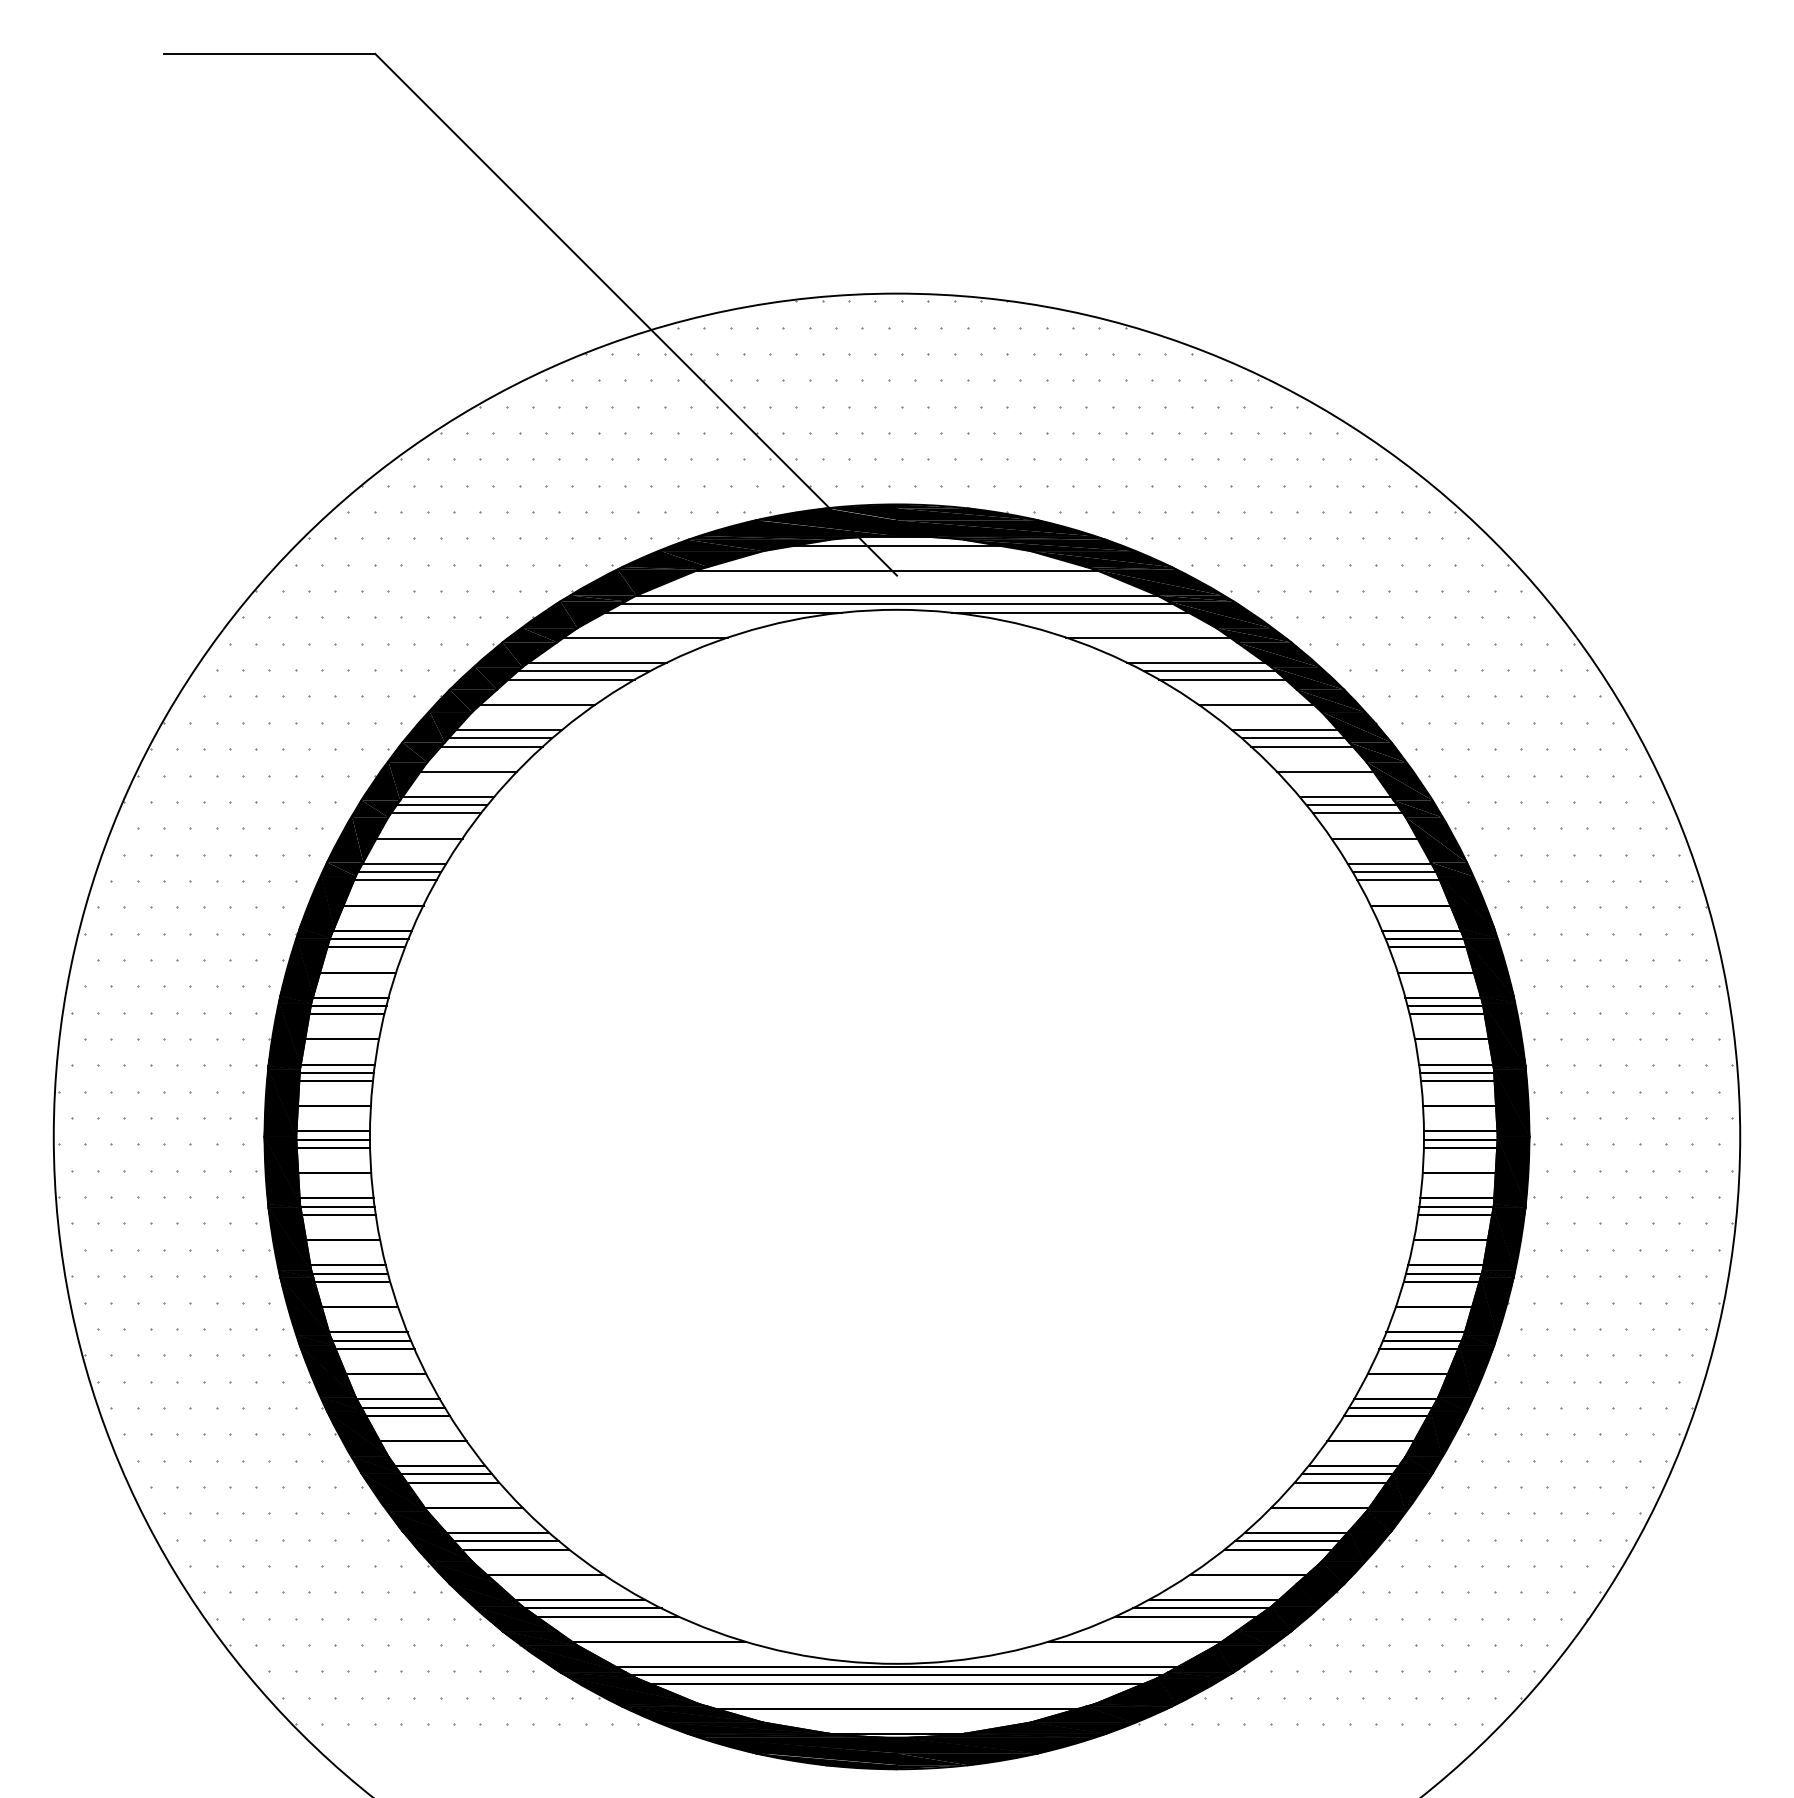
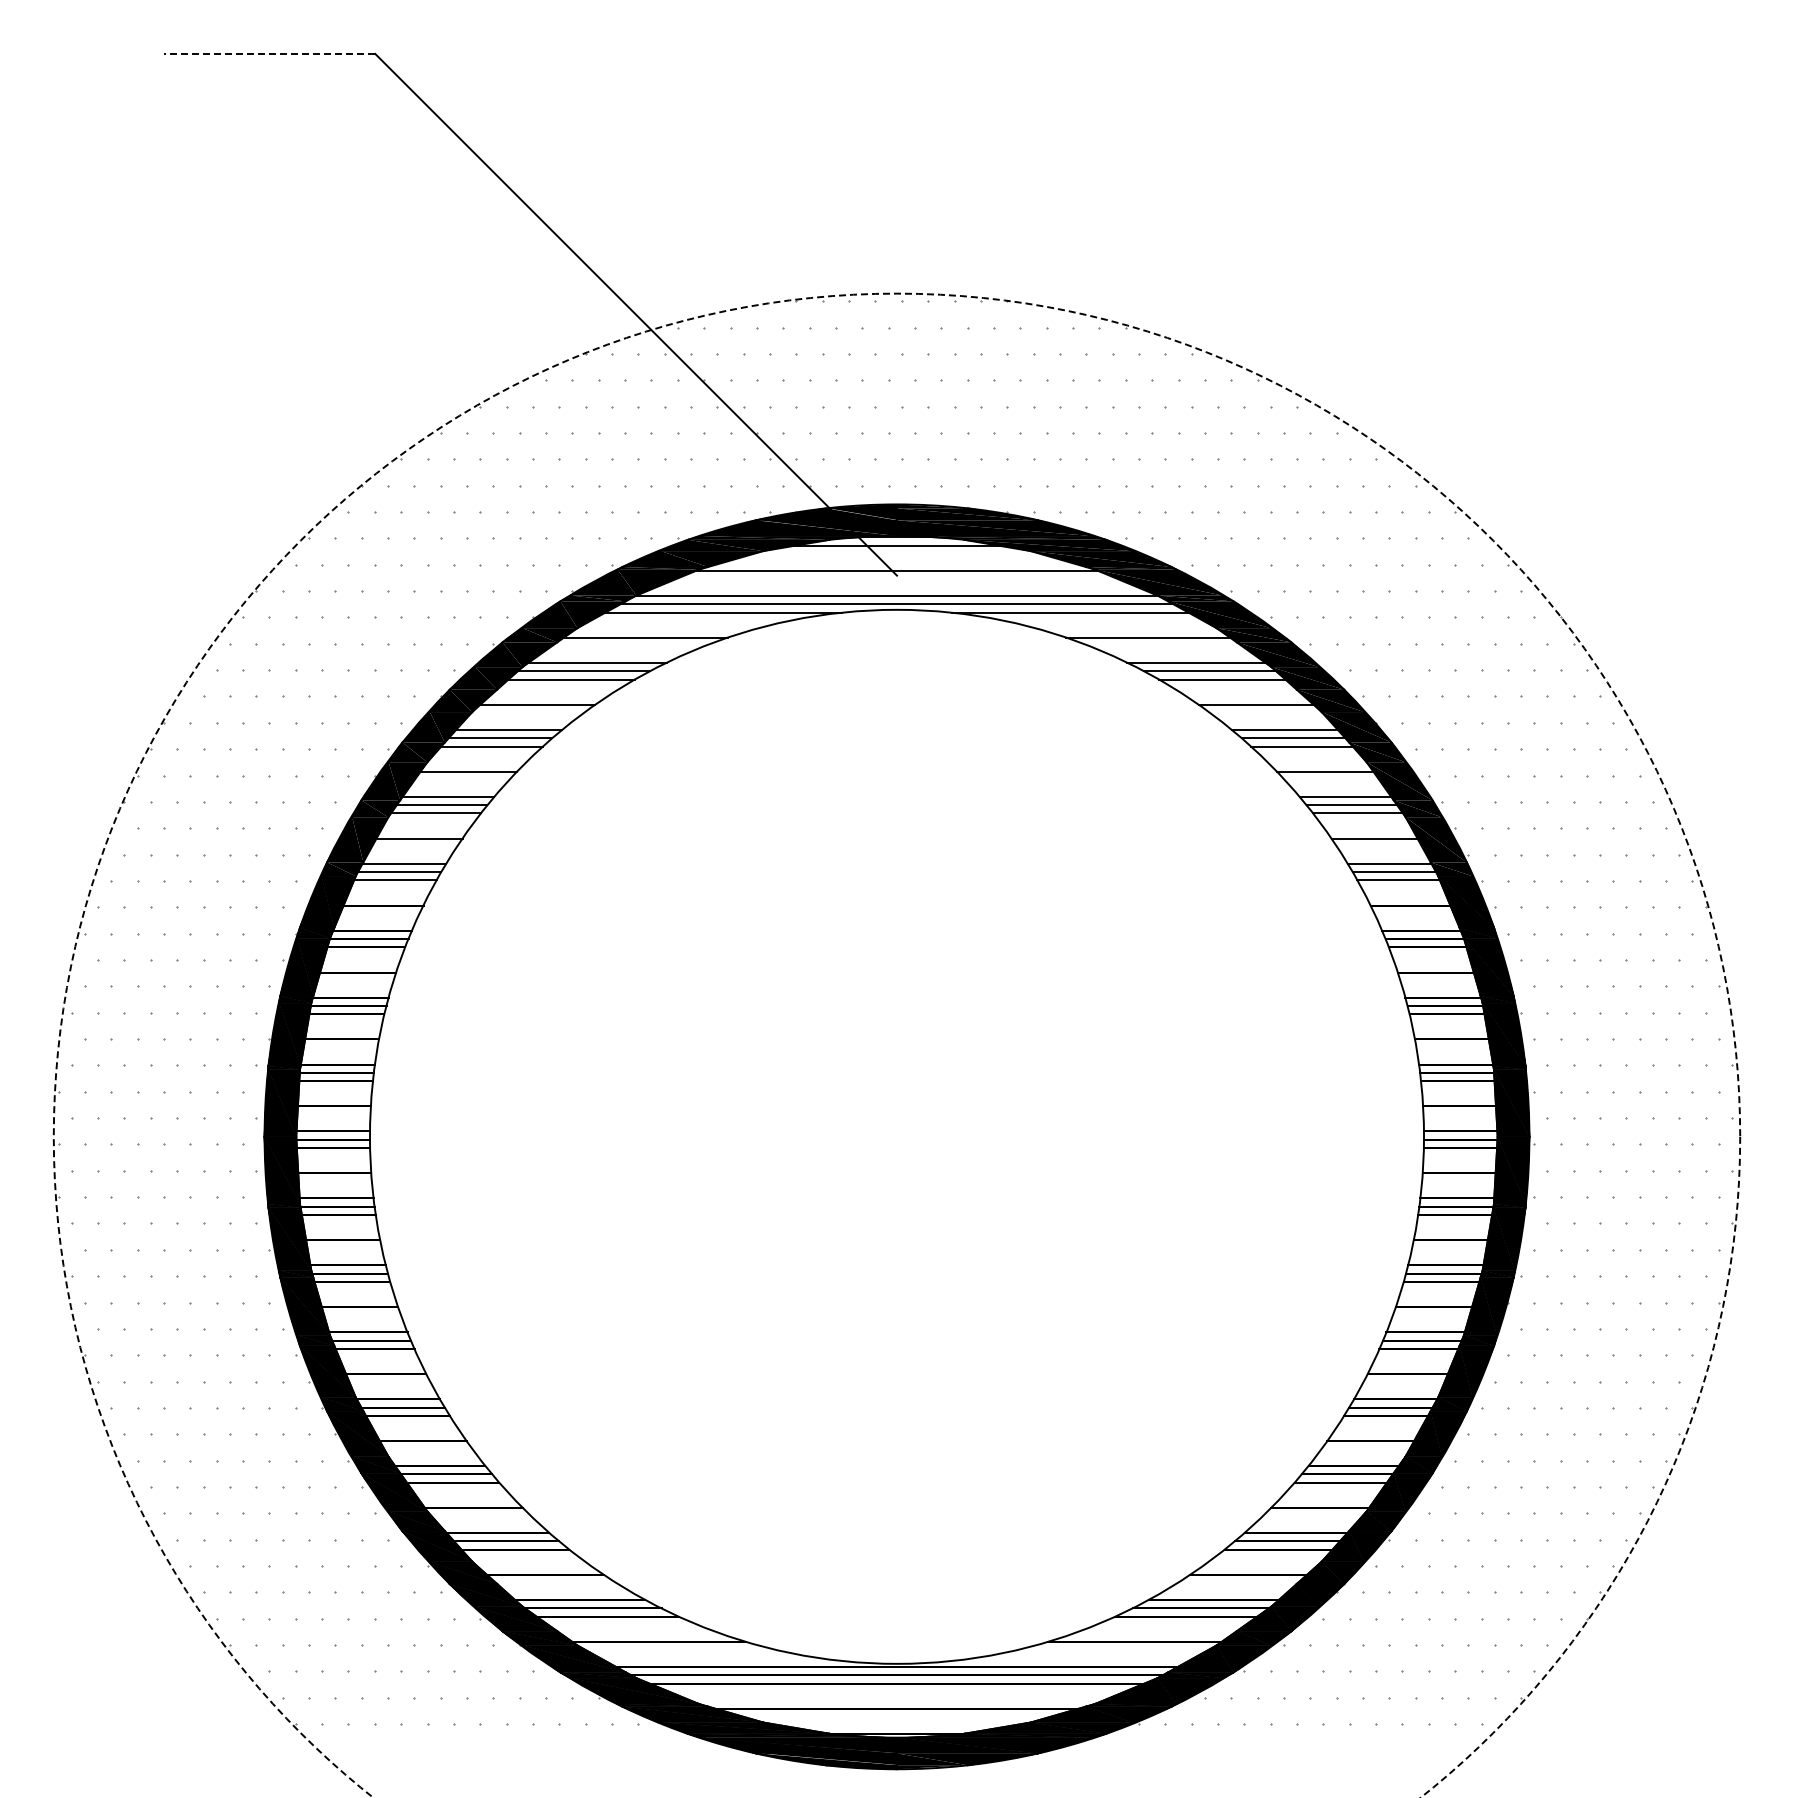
line at (269, 53): solid -> dashed
circle at (896, 1045): solid -> dashed
